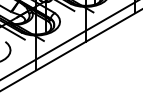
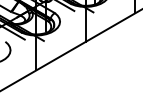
line at (68, 40): present -> none
